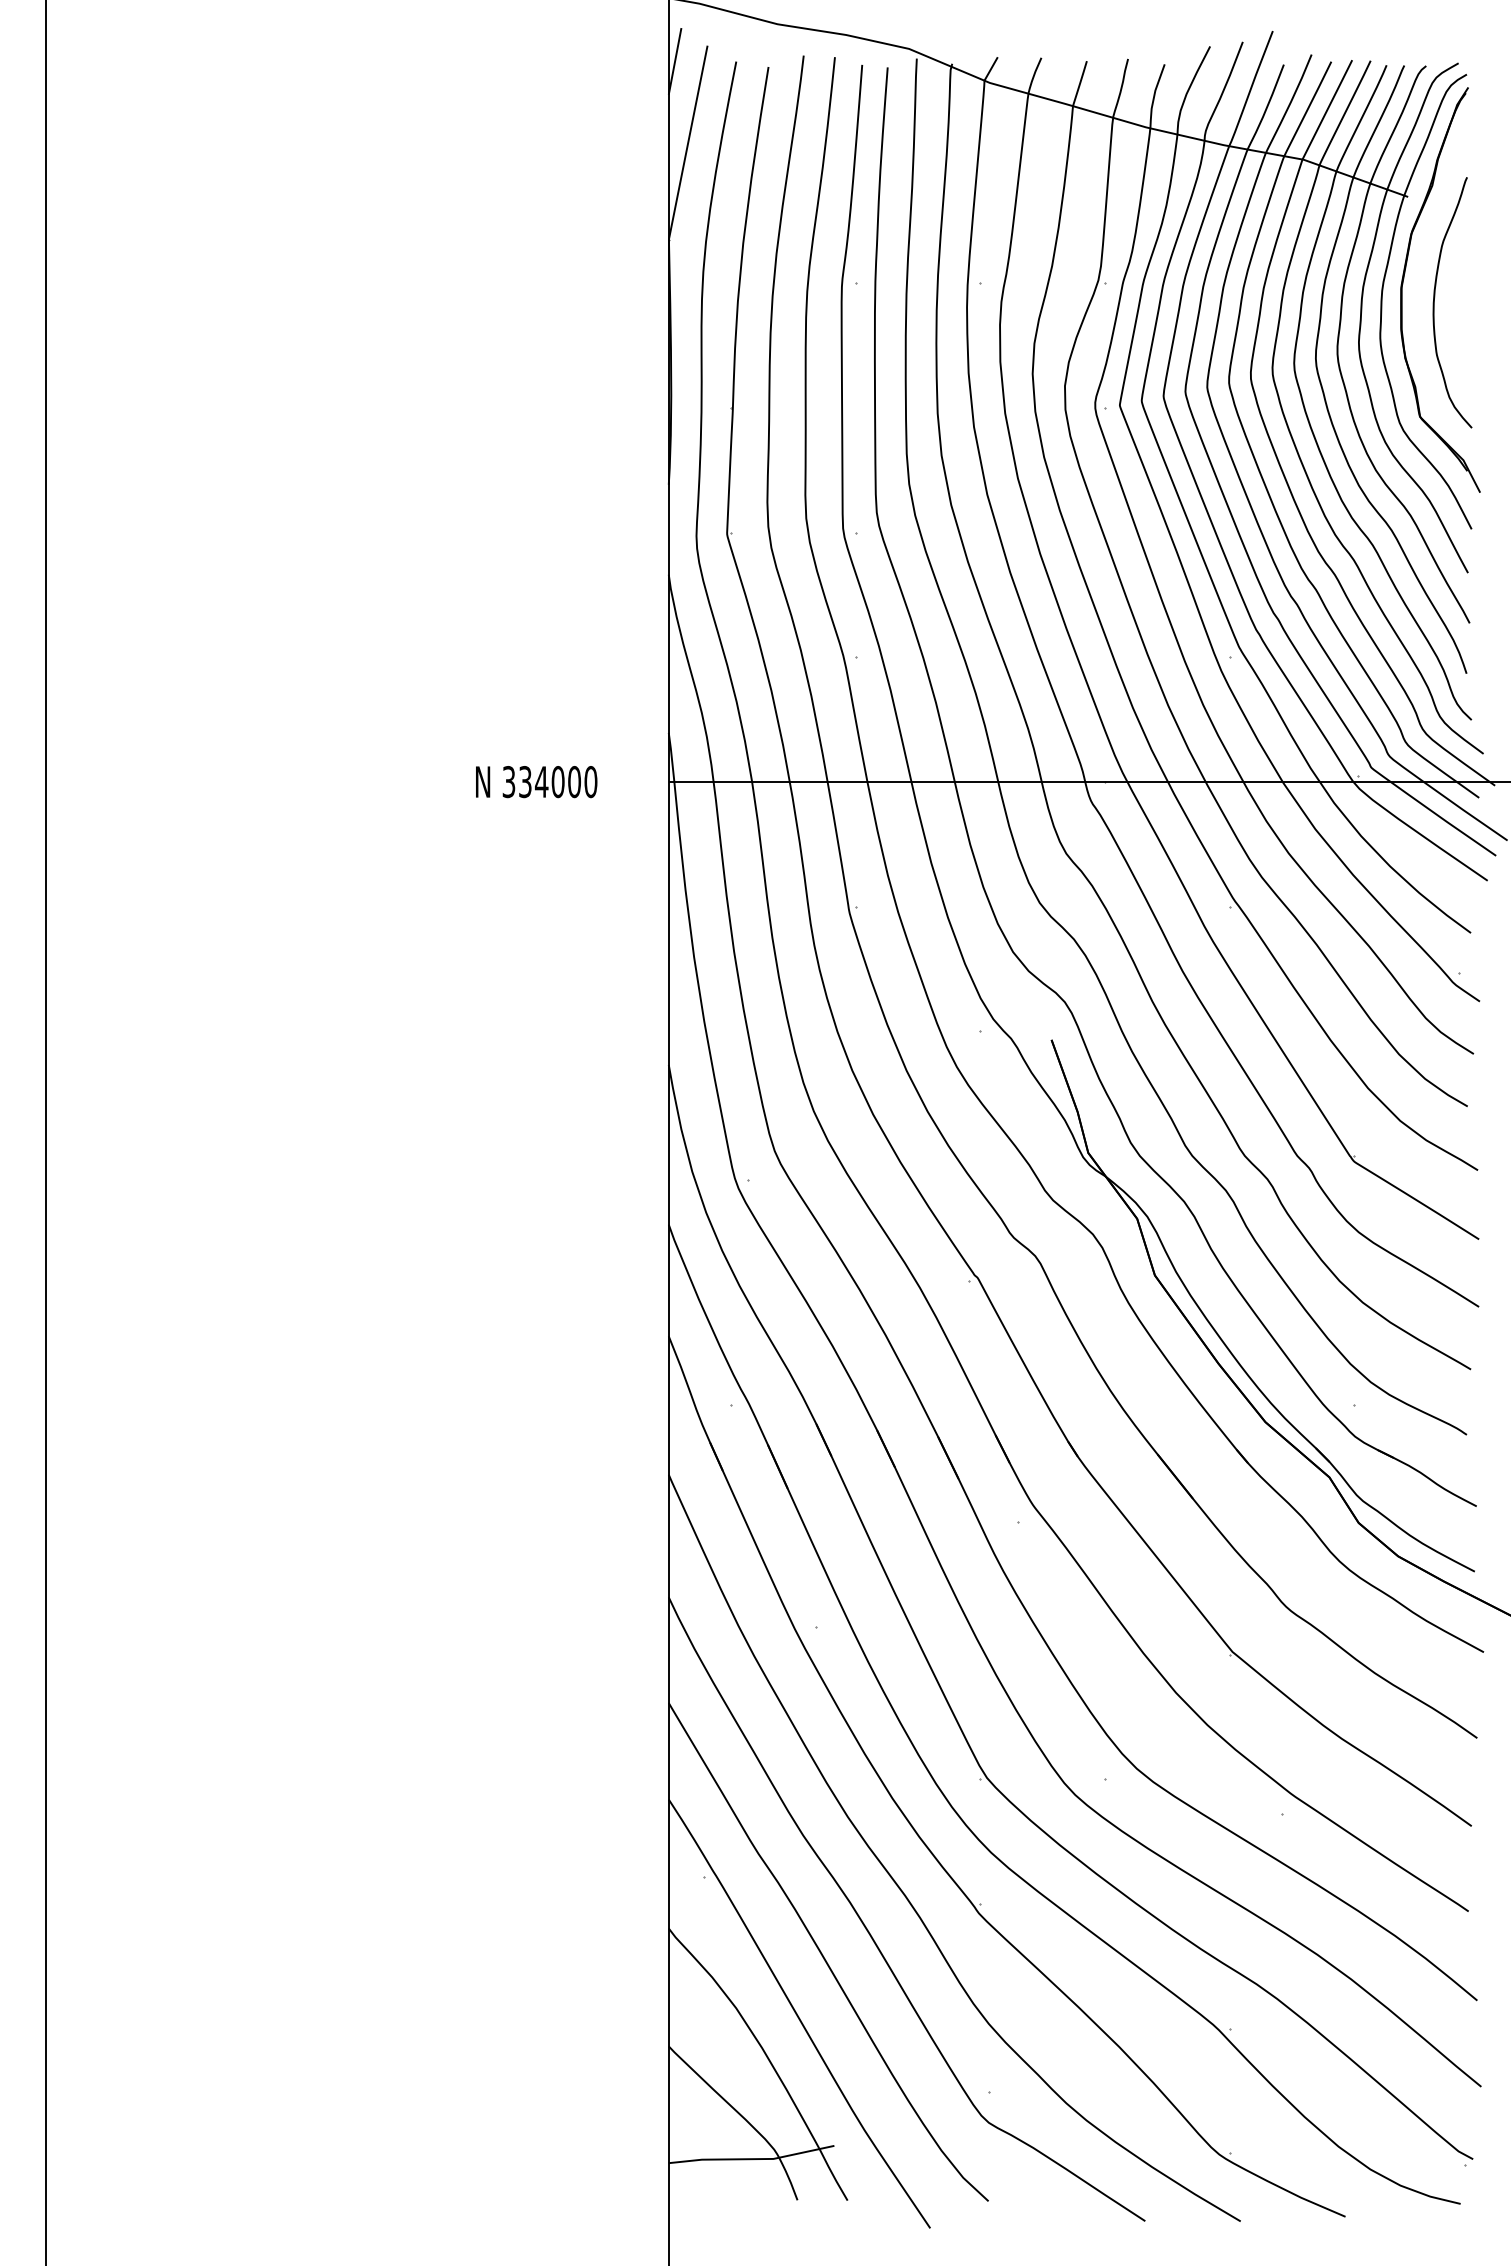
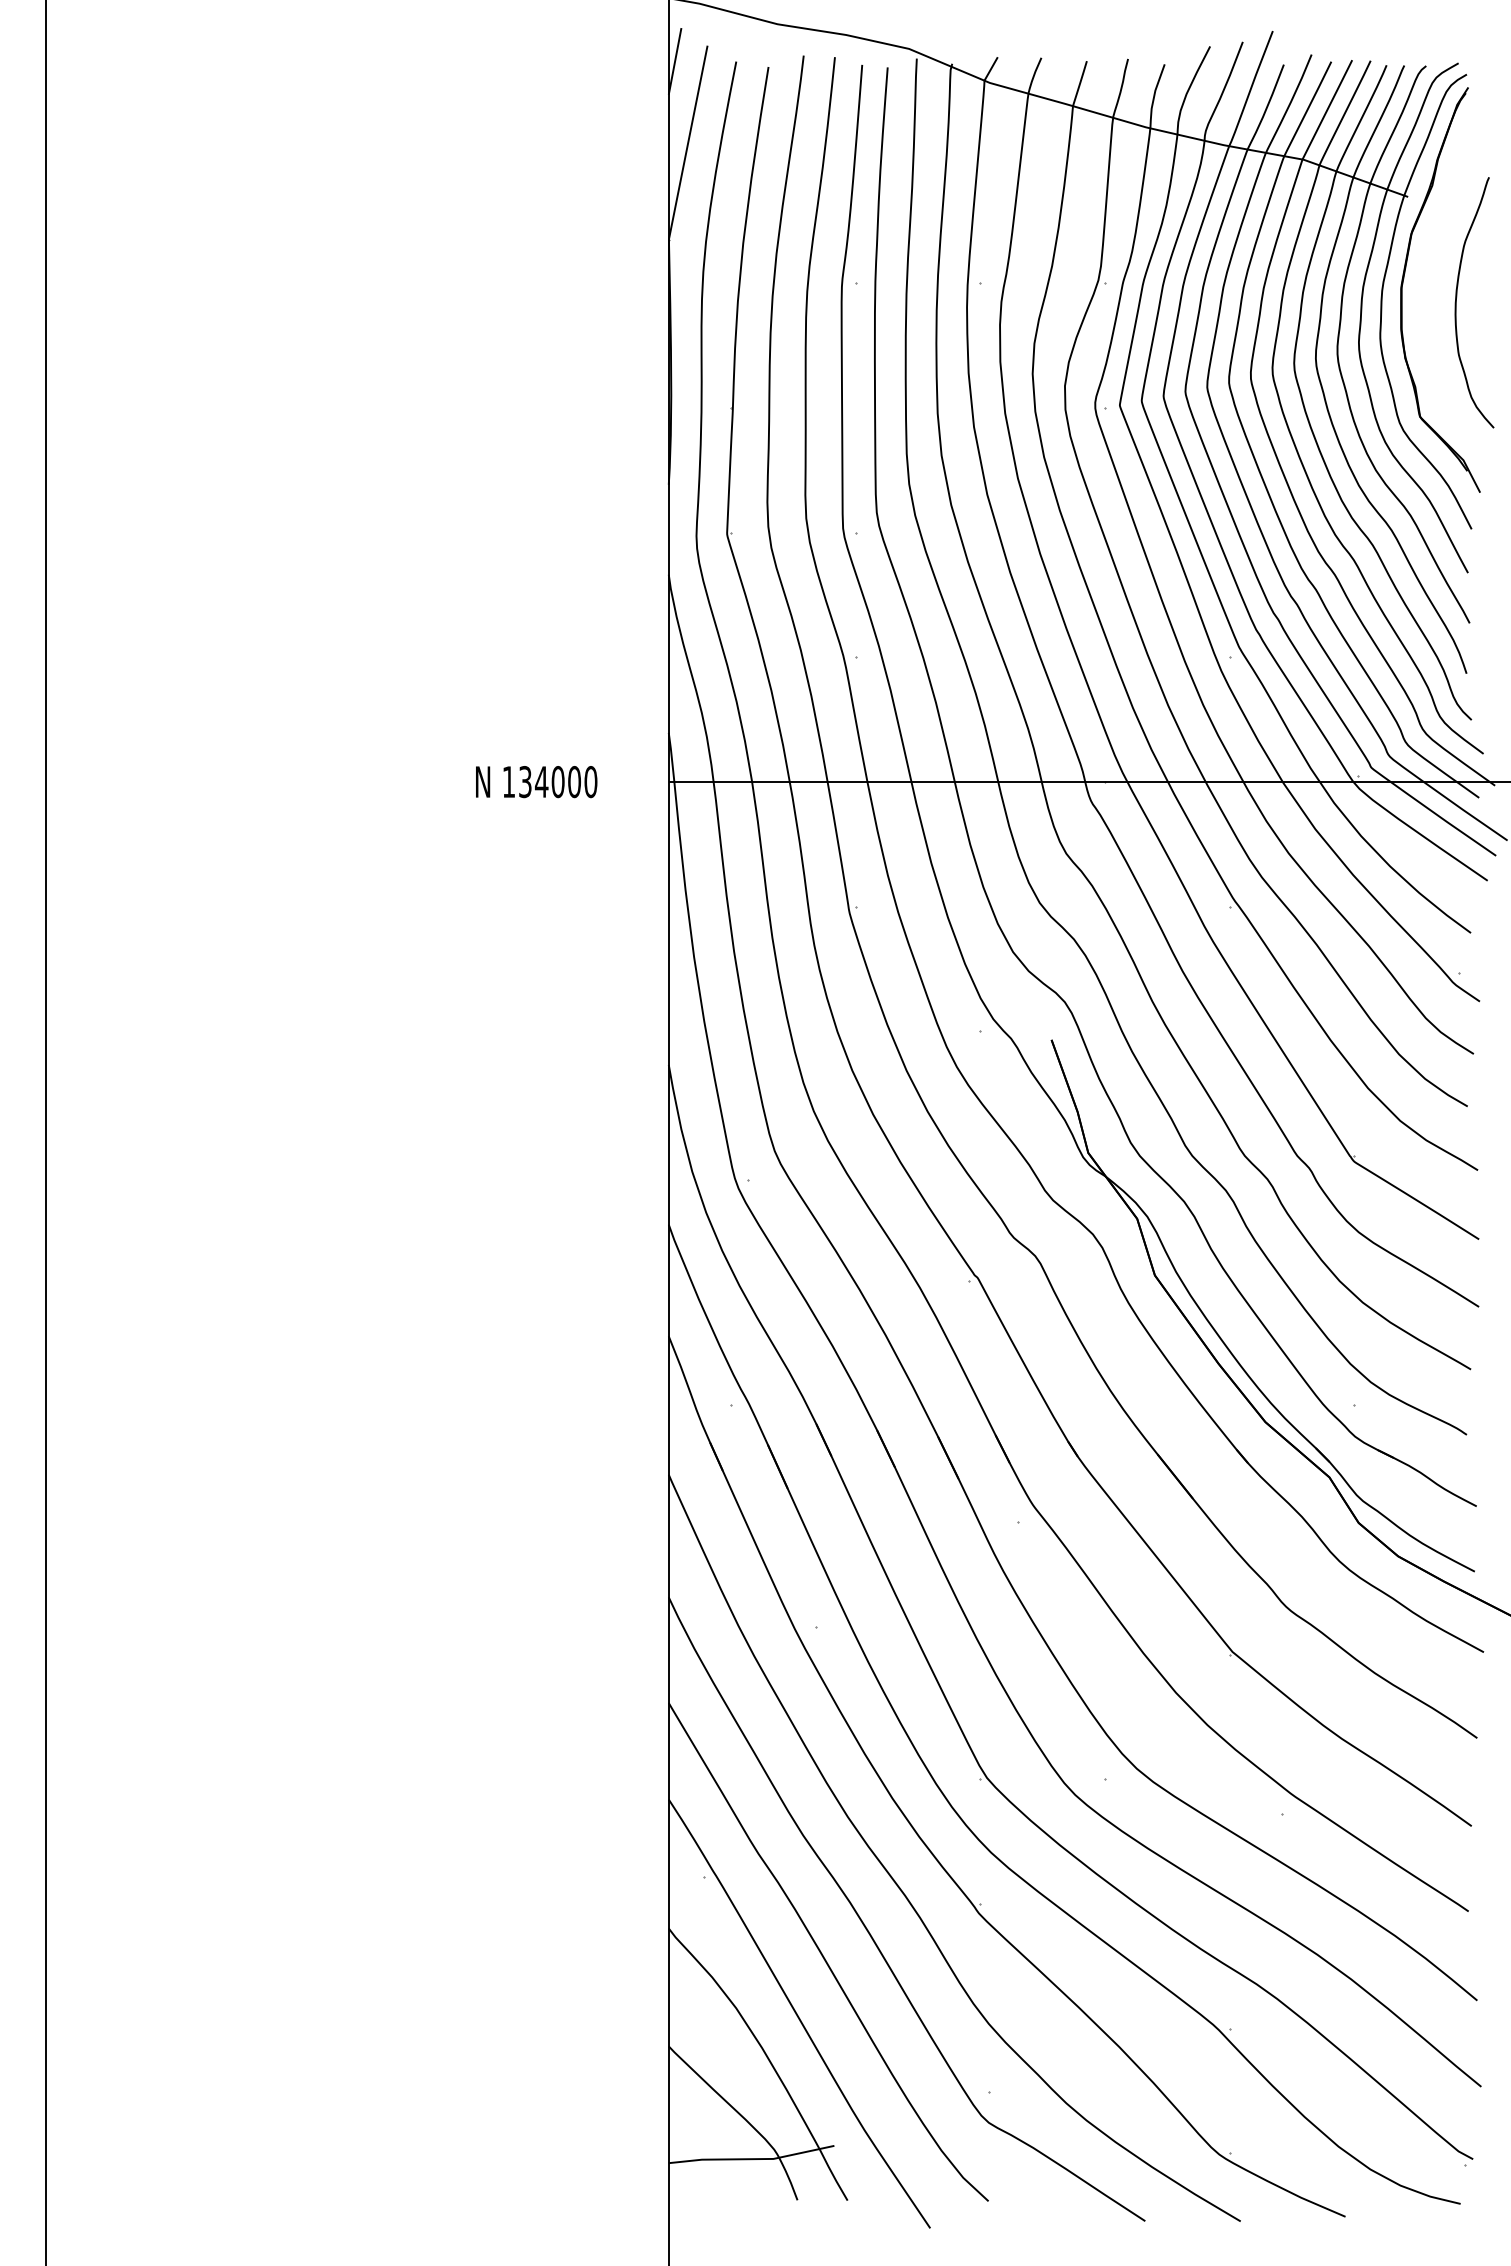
curve at (1435, 297) position: (1435, 297) -> (1457, 297)
text at (508, 782): 334000 -> 134000
